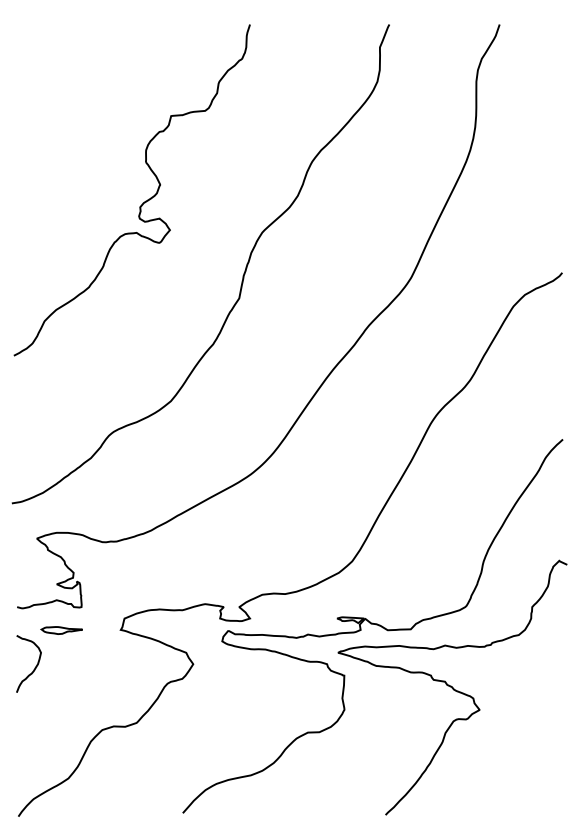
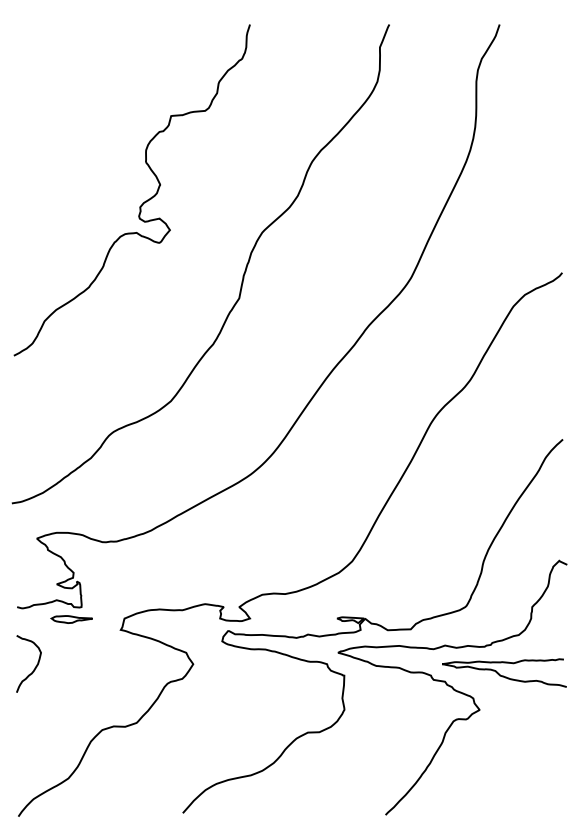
part at (61, 630) position: (61, 630) -> (71, 619)
curve at (503, 675): none -> present
